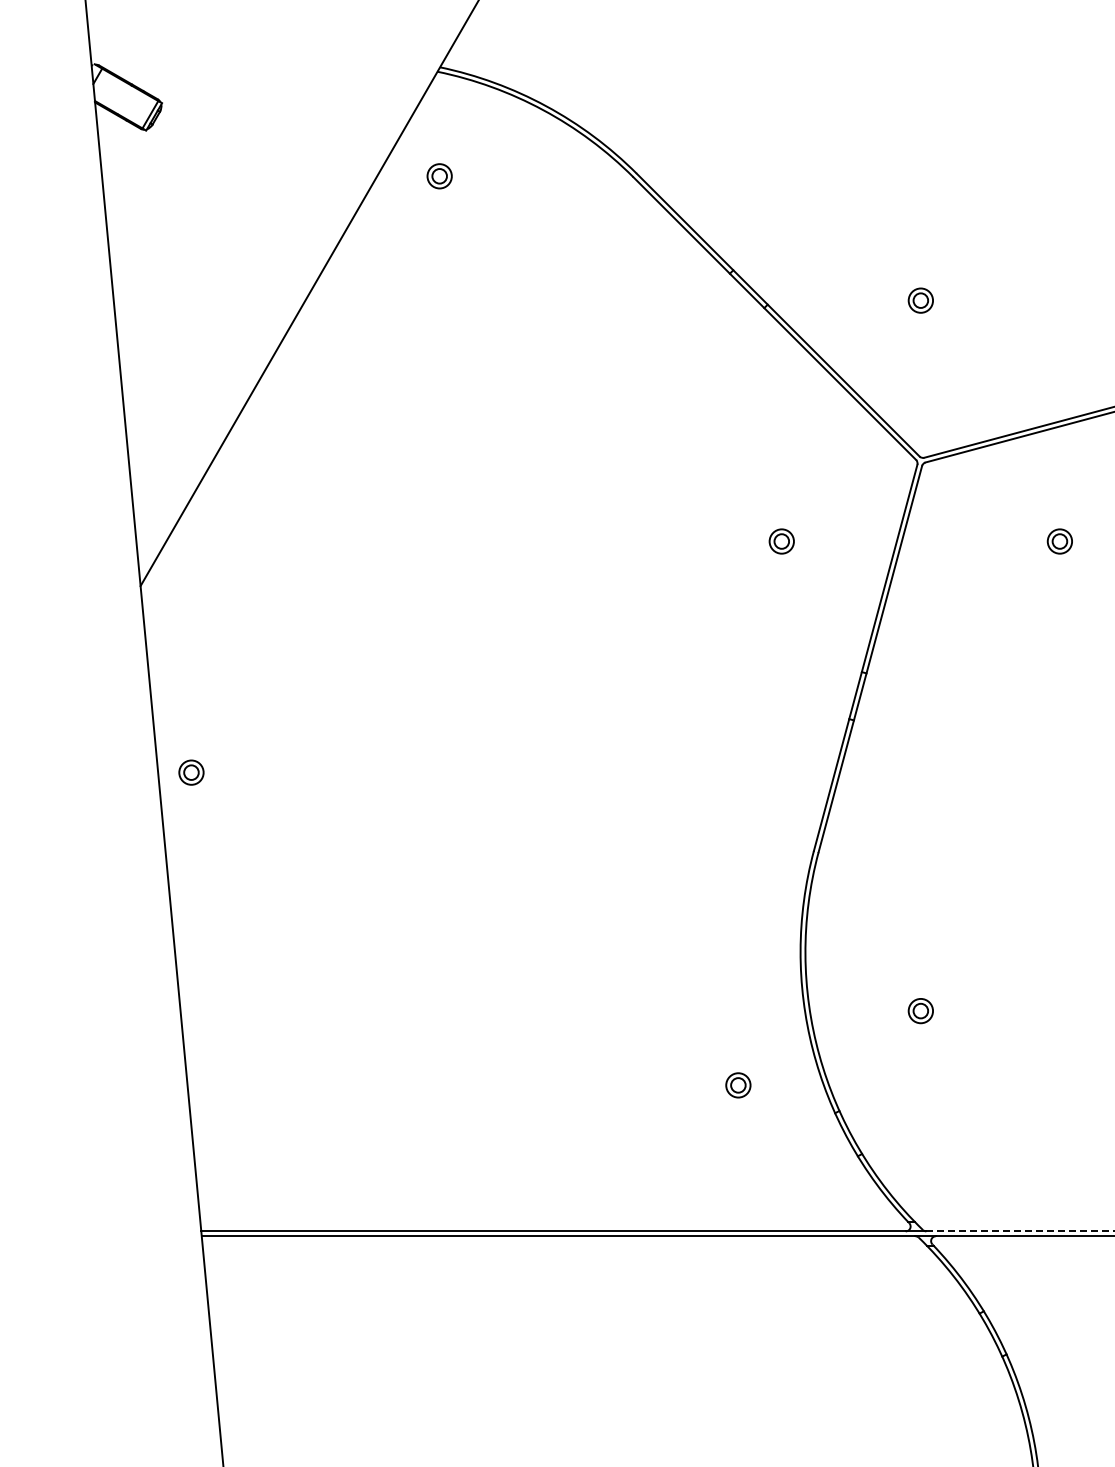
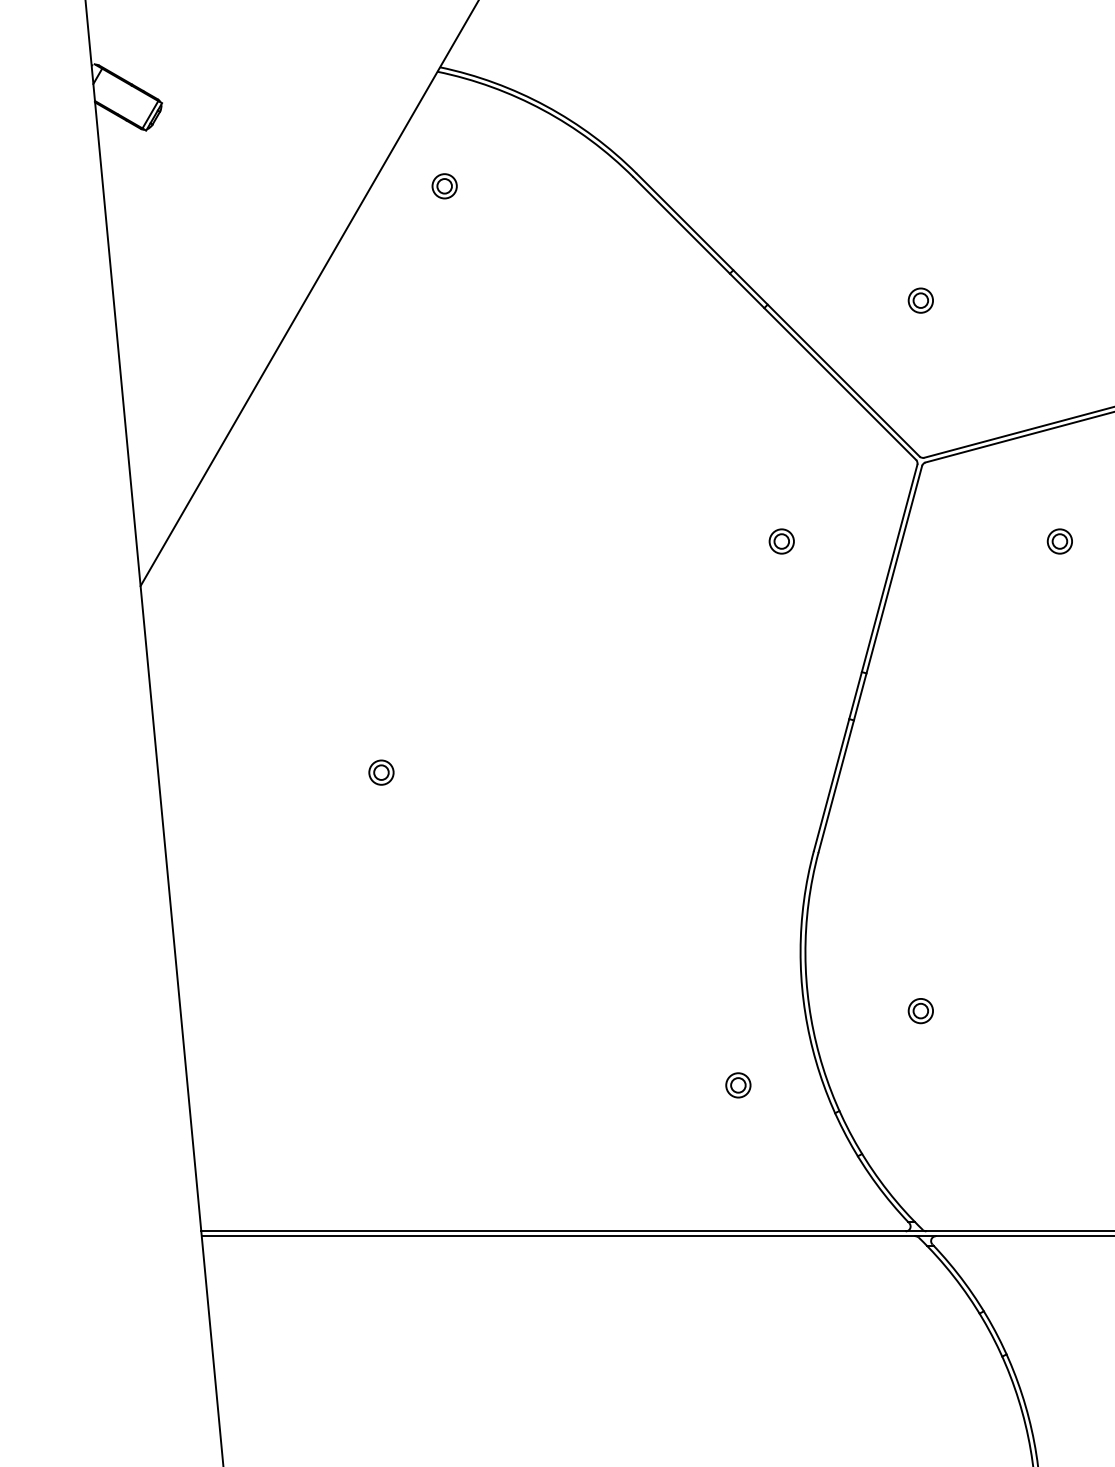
part at (439, 176) position: (439, 176) -> (444, 186)
part at (191, 772) position: (191, 772) -> (381, 772)
line at (1020, 1231): dashed -> solid
